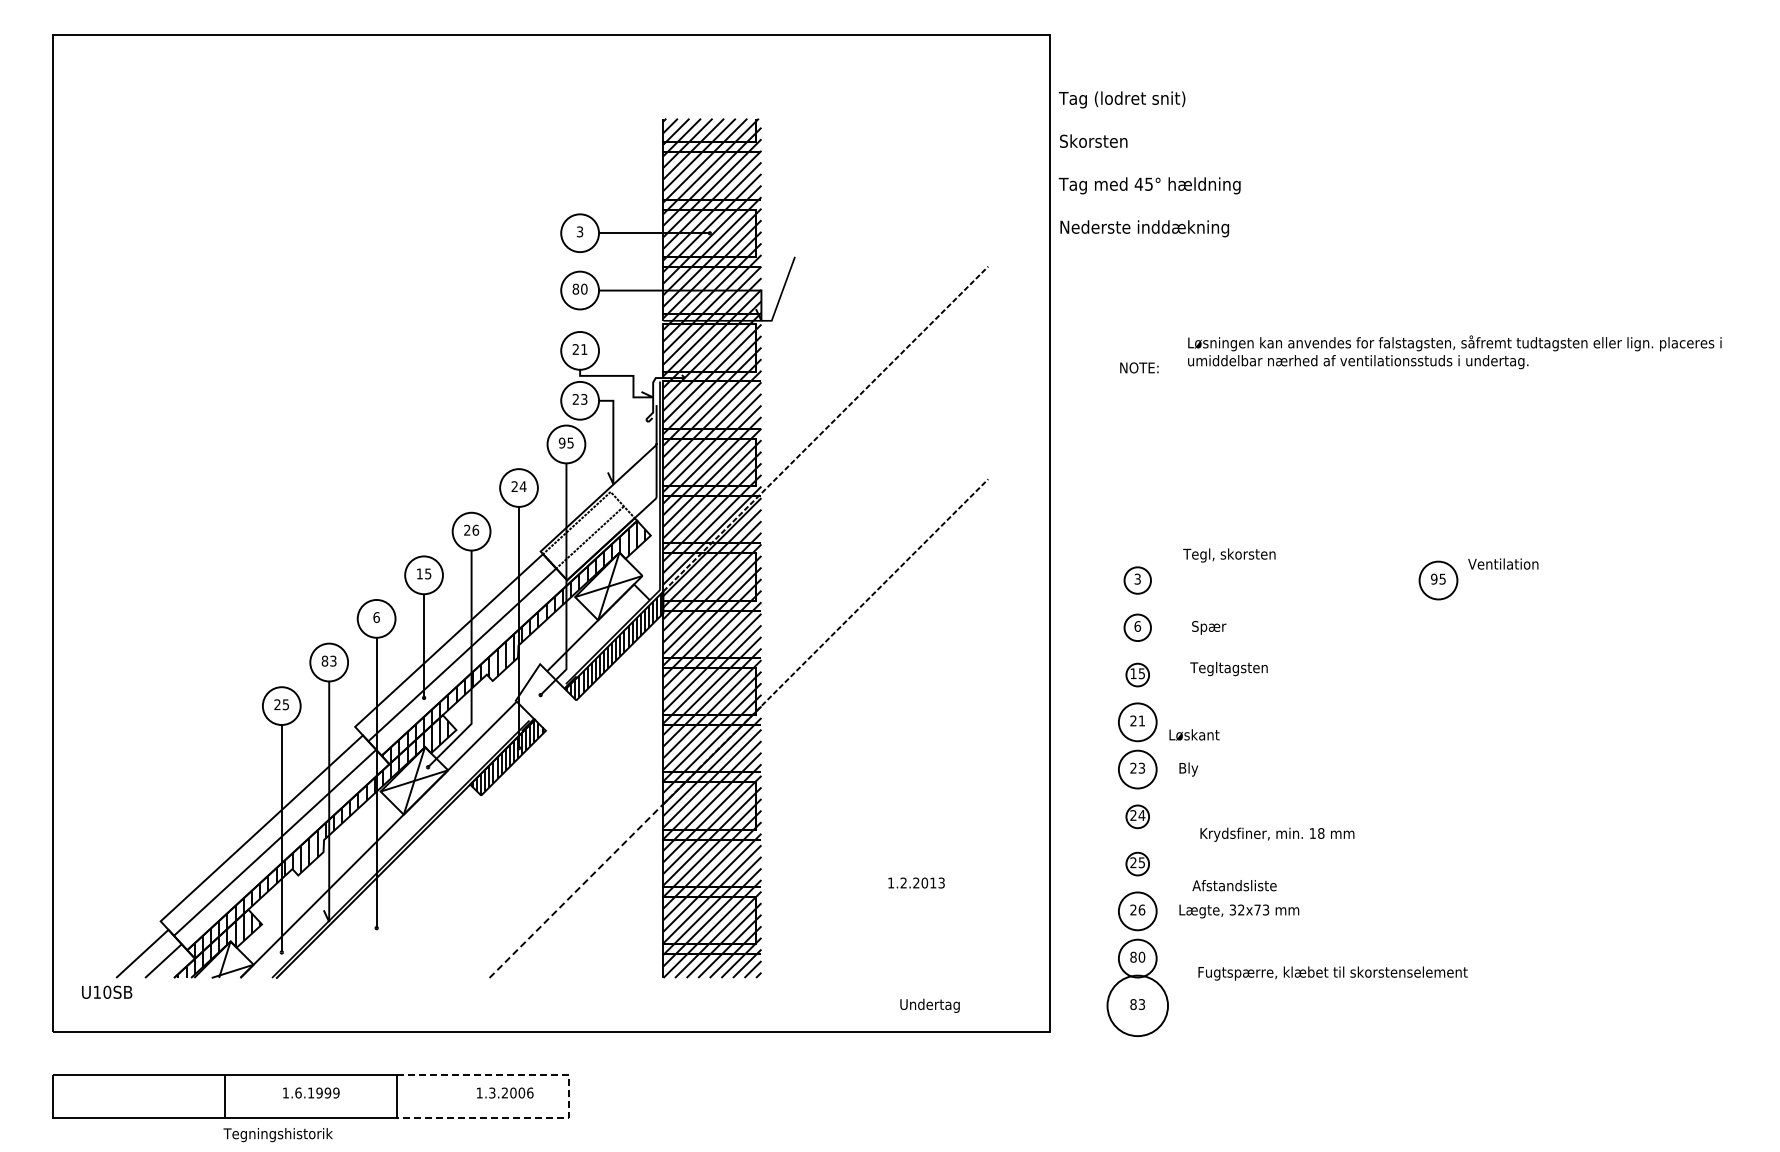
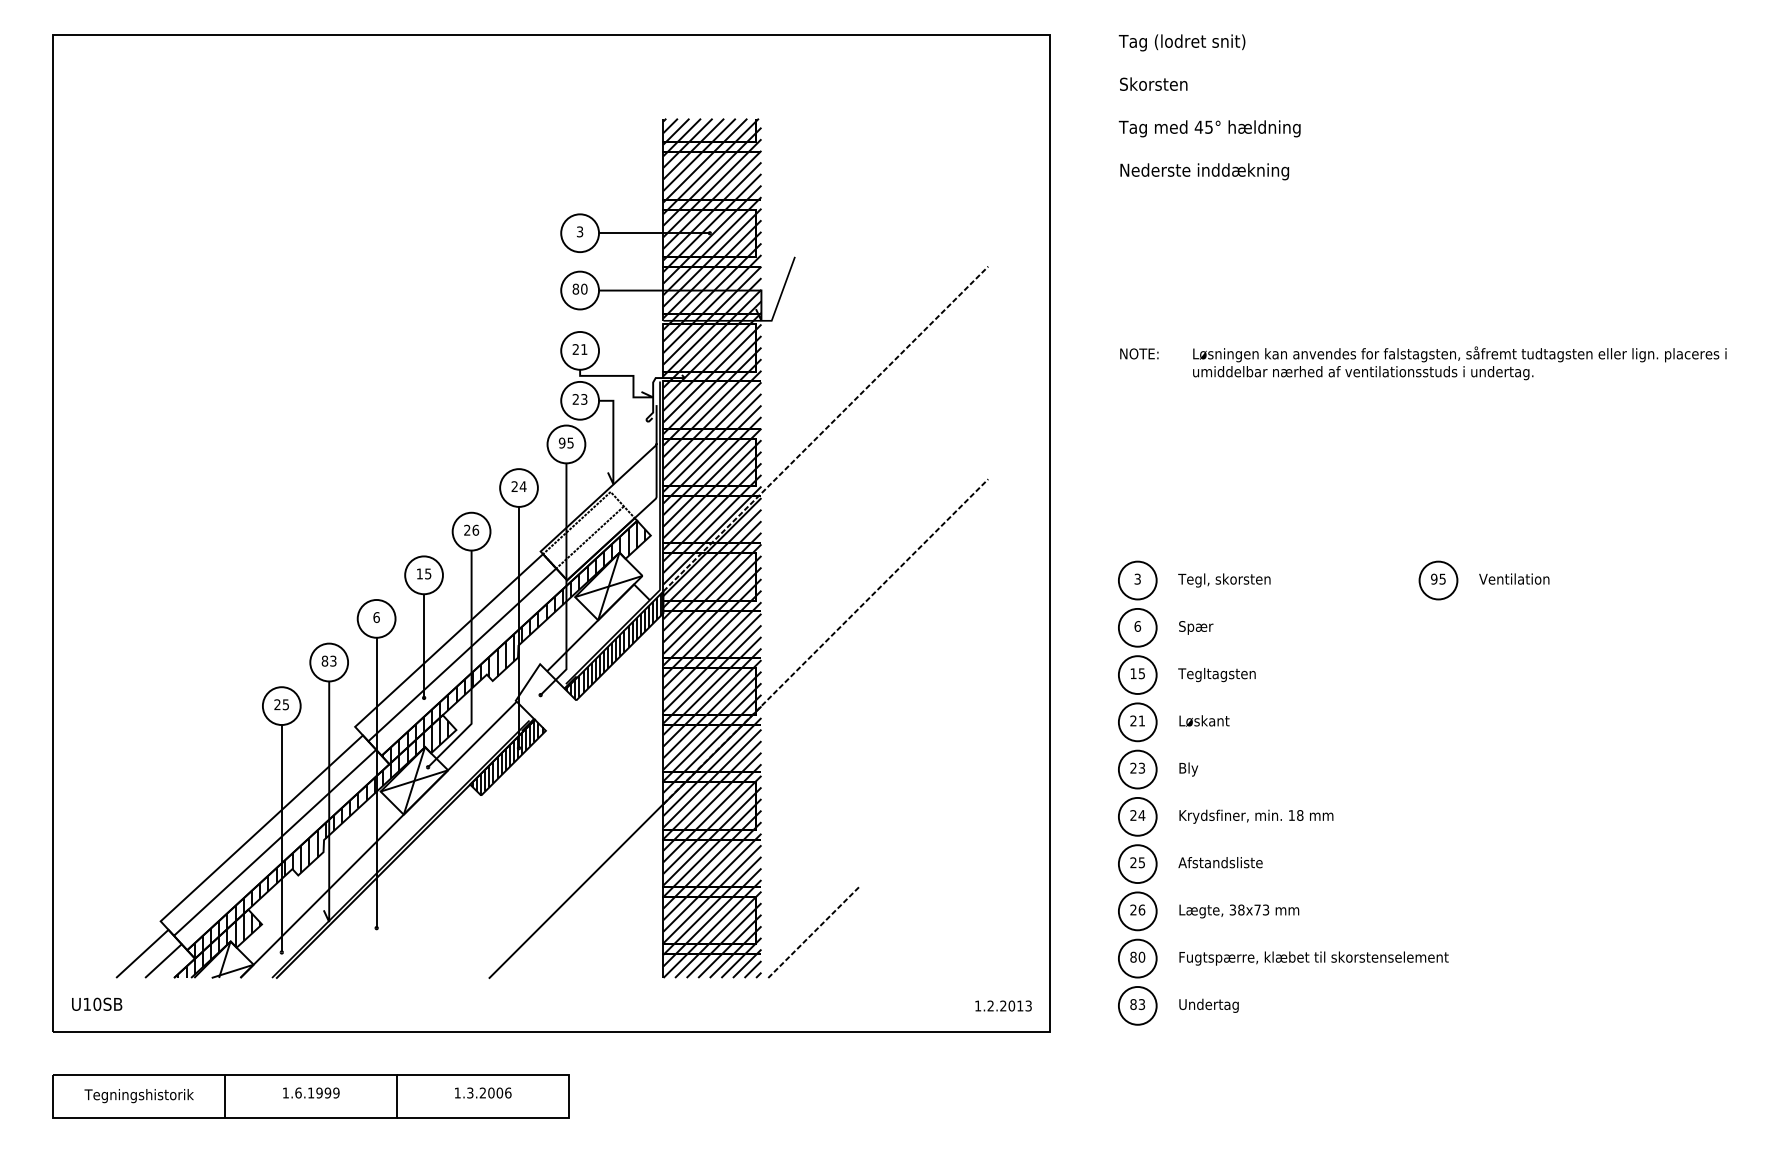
text at (1149, 164) position: (1149, 164) -> (1209, 107)
text at (1454, 352) position: (1454, 352) -> (1459, 363)
text at (1139, 367) position: (1139, 367) -> (1139, 353)
text at (1229, 555) position: (1229, 555) -> (1224, 580)
text at (1503, 563) position: (1503, 563) -> (1514, 578)
circle at (1137, 580) diameter: 26 px -> 38 px
circle at (1137, 627) diameter: 26 px -> 38 px
text at (1209, 627) position: (1209, 627) -> (1196, 627)
text at (1228, 669) position: (1228, 669) -> (1216, 675)
circle at (1137, 674) diameter: 23 px -> 38 px
text at (1194, 734) position: (1194, 734) -> (1204, 720)
circle at (1137, 816) diameter: 23 px -> 38 px
text at (1277, 834) position: (1277, 834) -> (1256, 816)
circle at (1137, 863) diameter: 23 px -> 38 px
text at (916, 882) position: (916, 882) -> (1003, 1005)
text at (1234, 885) position: (1234, 885) -> (1220, 862)
line at (576, 891): dashed -> solid
text at (1241, 909): 32x73 -> 38x73
line at (813, 931): none -> present
text at (1332, 973) position: (1332, 973) -> (1313, 958)
text at (107, 991) position: (107, 991) -> (97, 1003)
text at (929, 1005) position: (929, 1005) -> (1208, 1005)
circle at (1137, 1005) diameter: 60 px -> 38 px
text at (505, 1092) position: (505, 1092) -> (483, 1092)
line at (568, 1096): dashed -> solid
text at (277, 1135) position: (277, 1135) -> (138, 1096)
